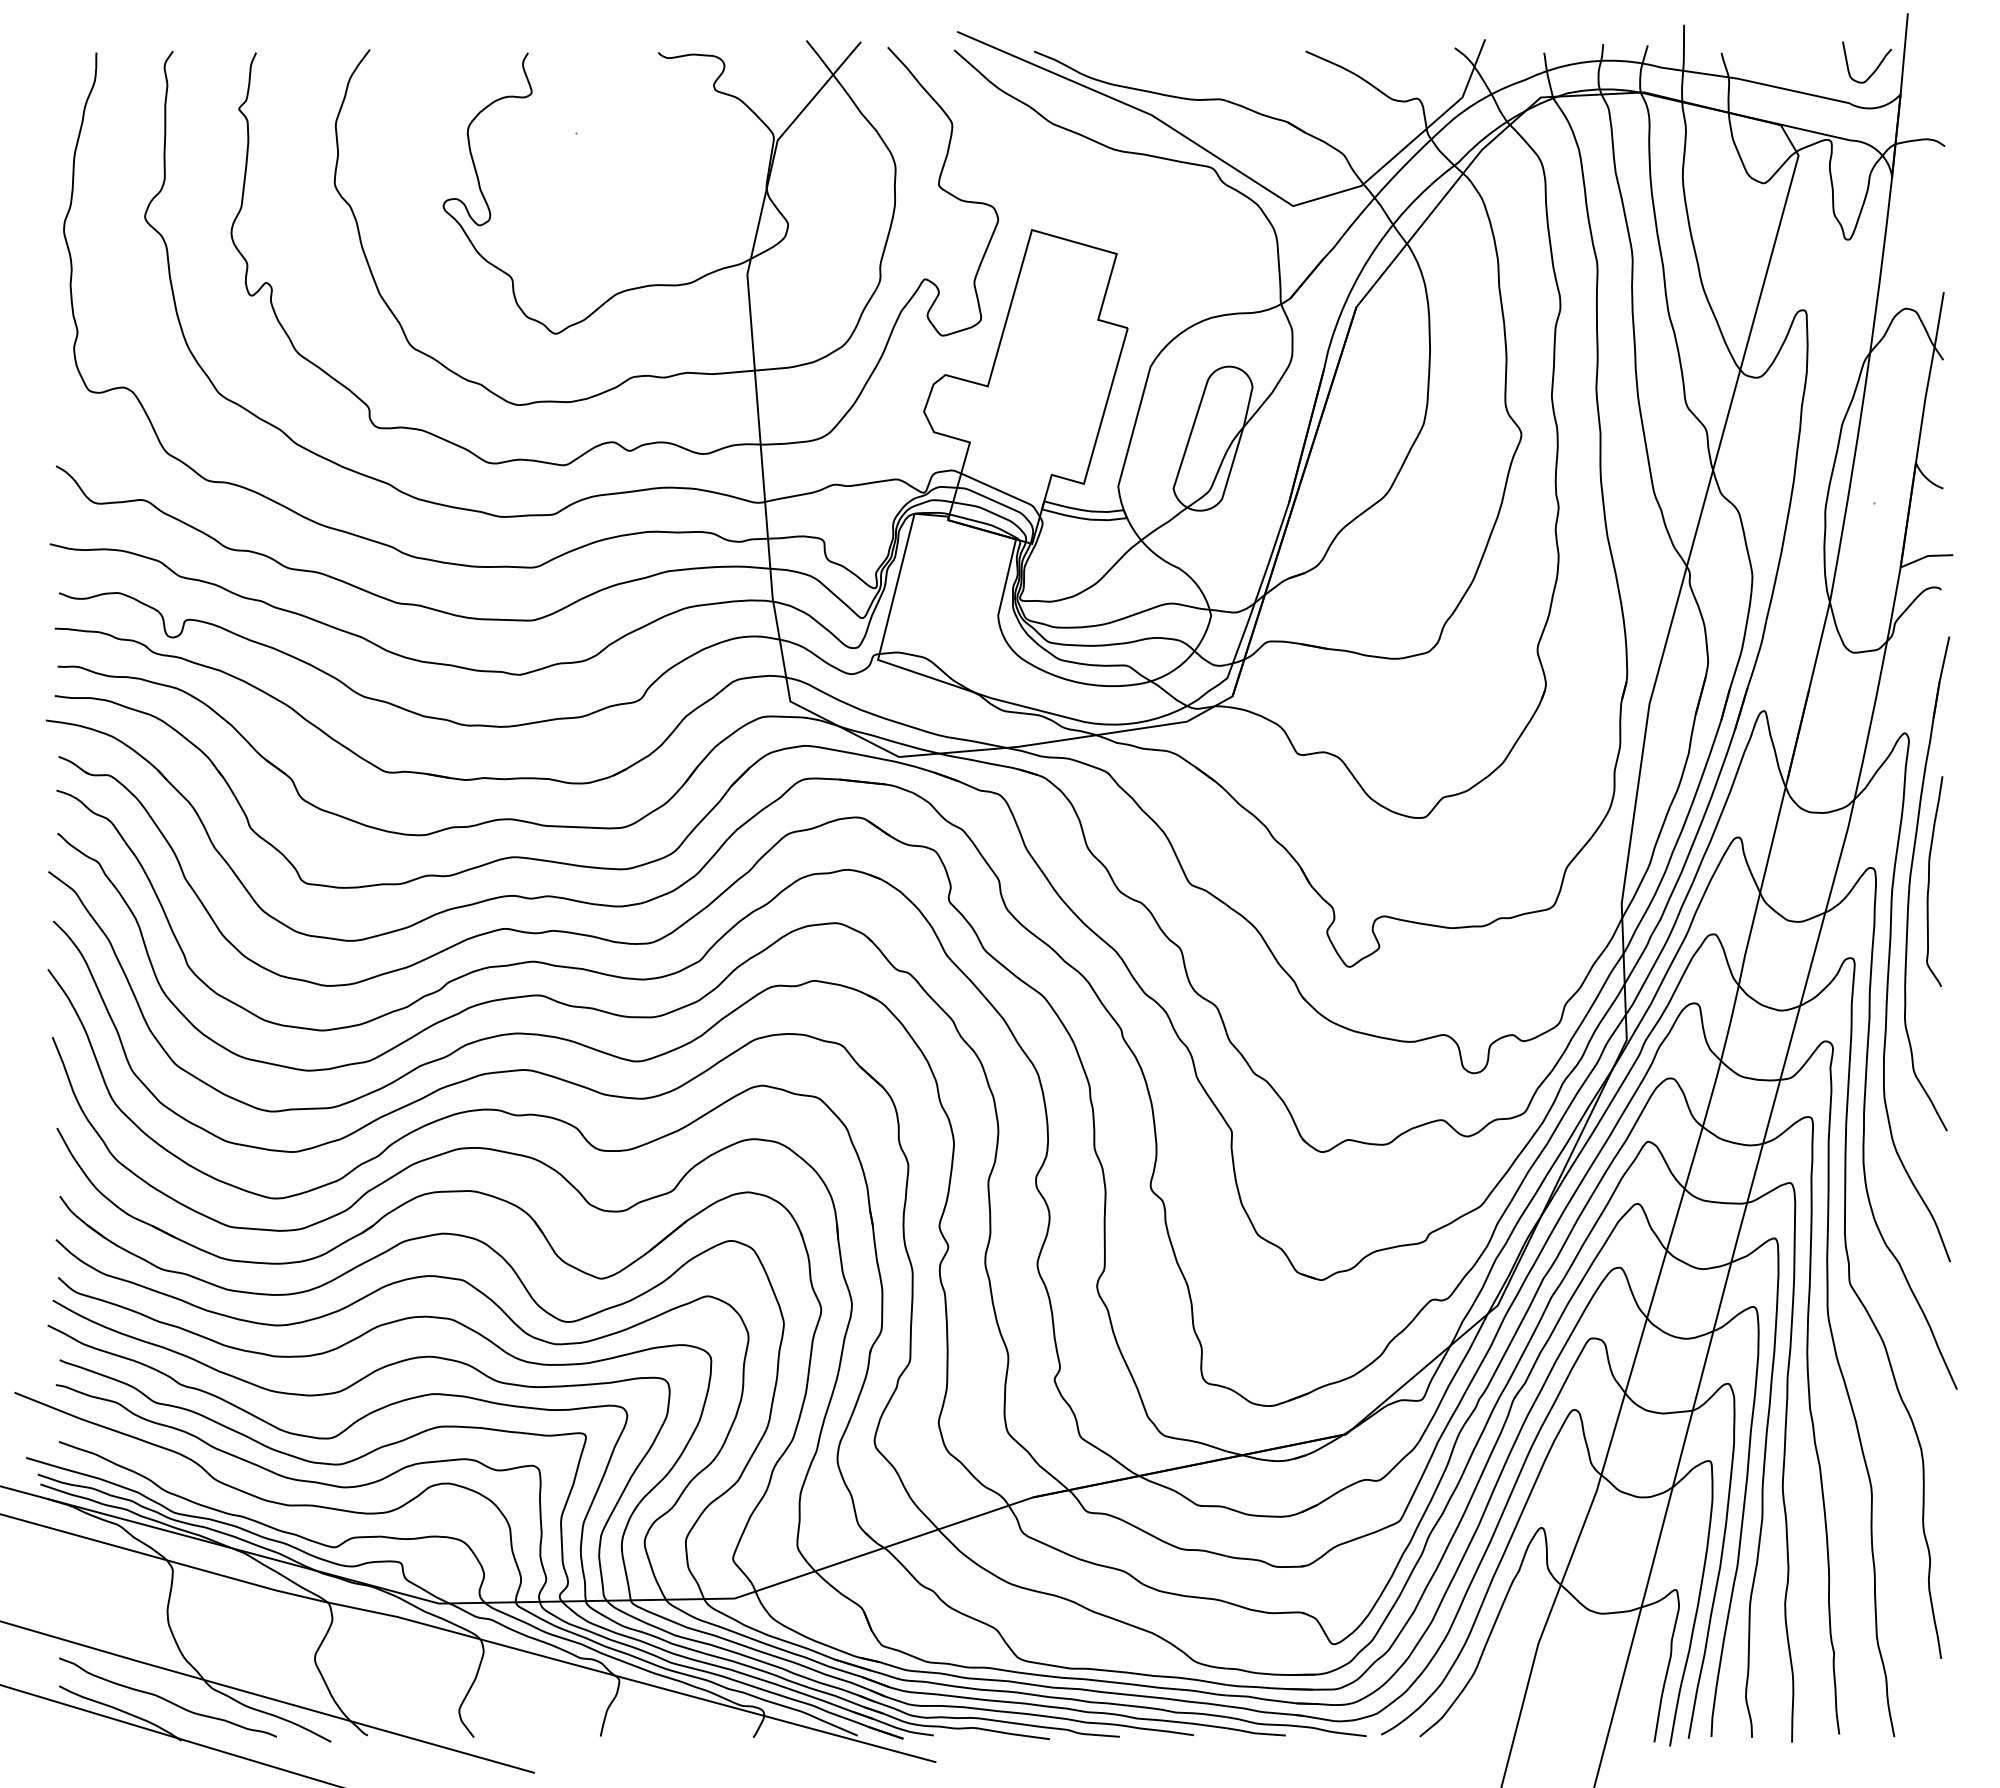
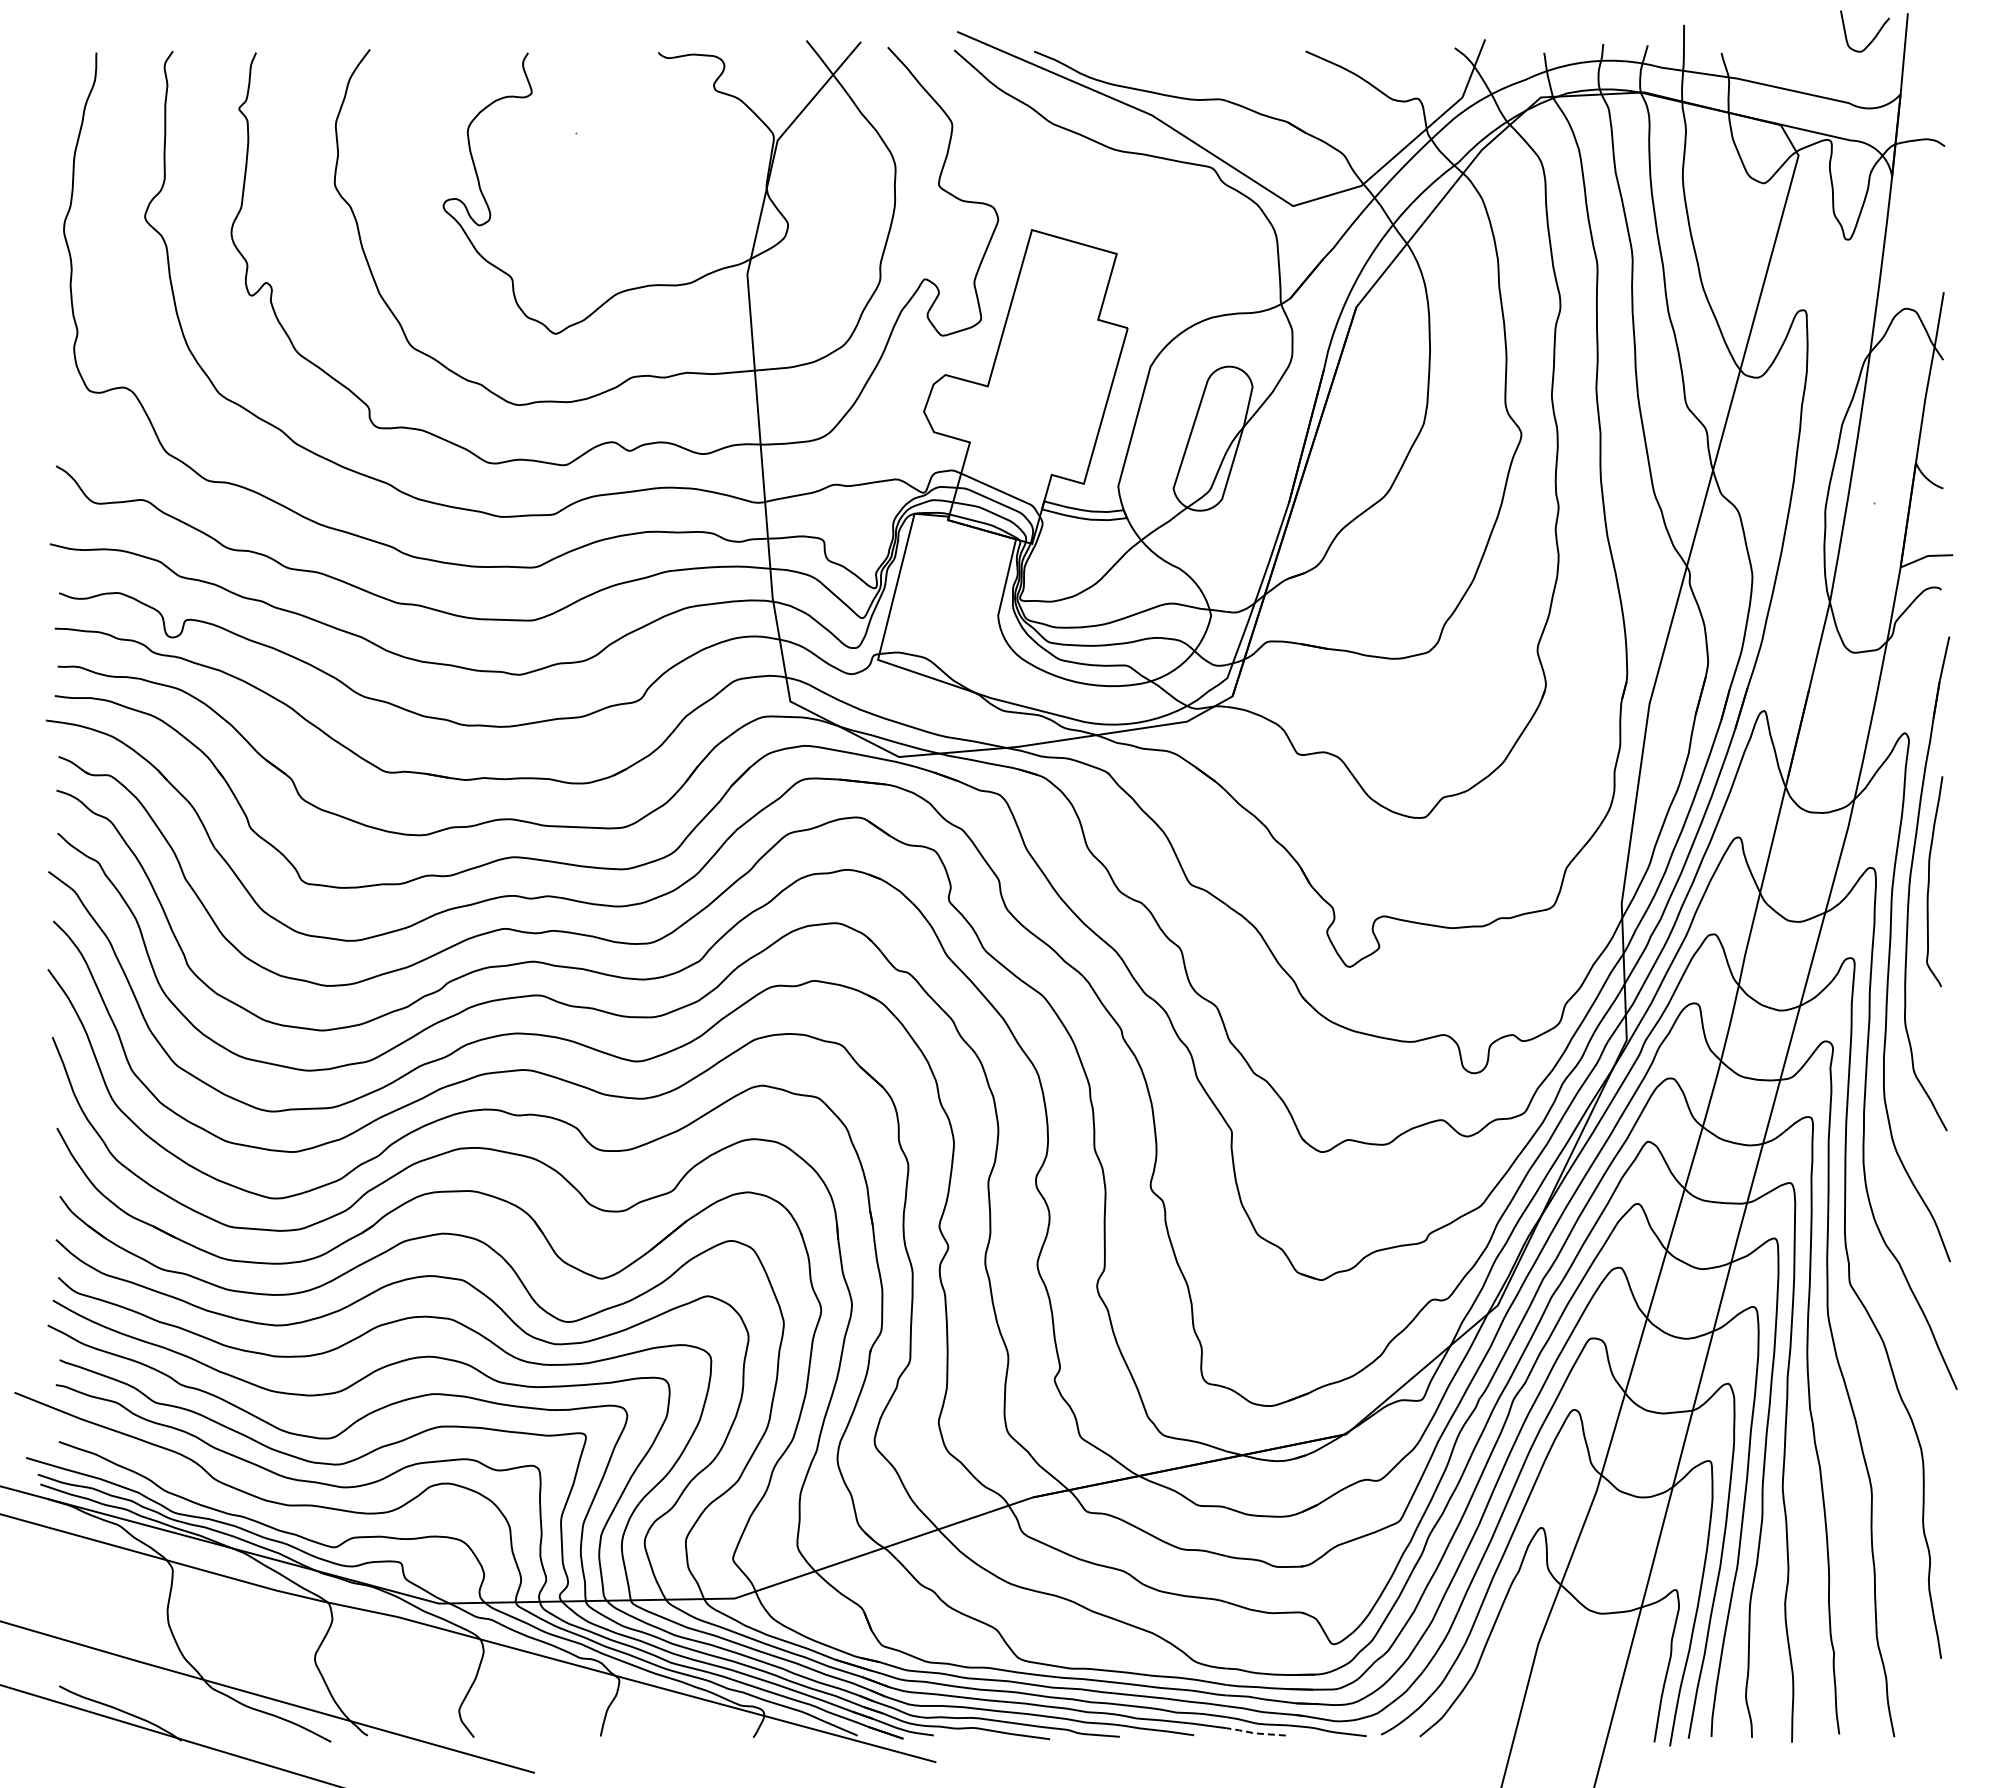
curve at (1876, 67) position: (1876, 67) -> (1874, 36)
curve at (167, 1699): present -> none
line at (1255, 1733): solid -> dashed
